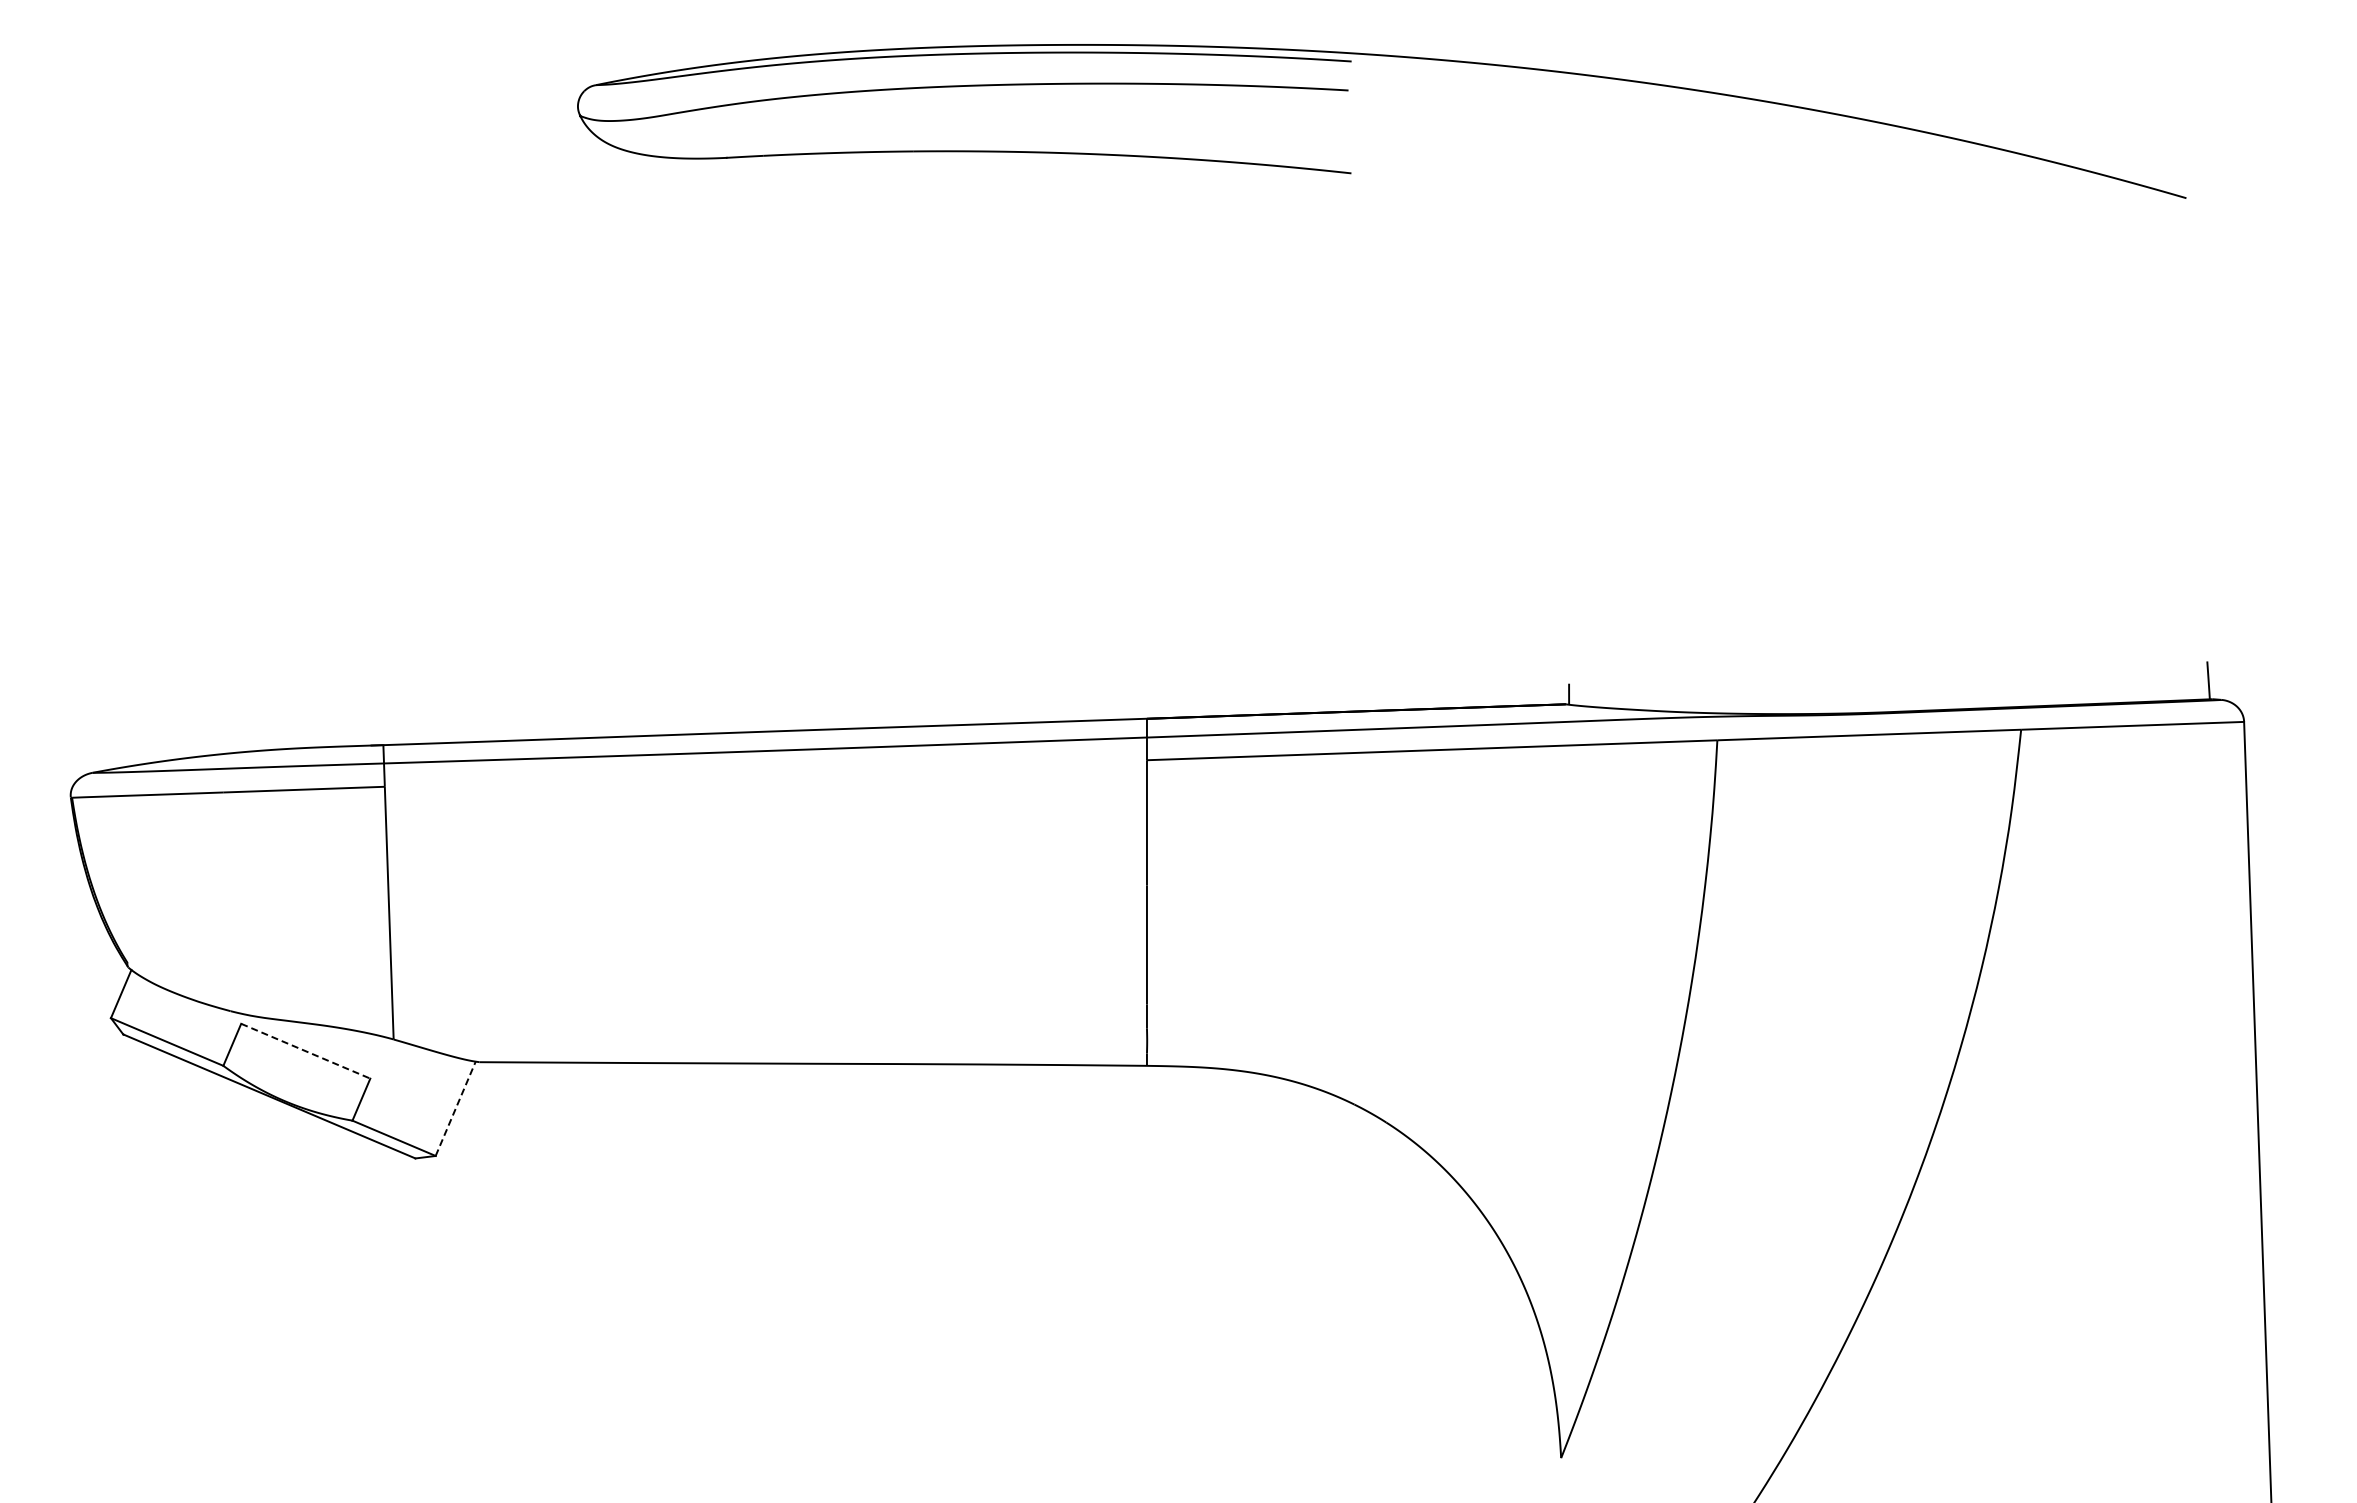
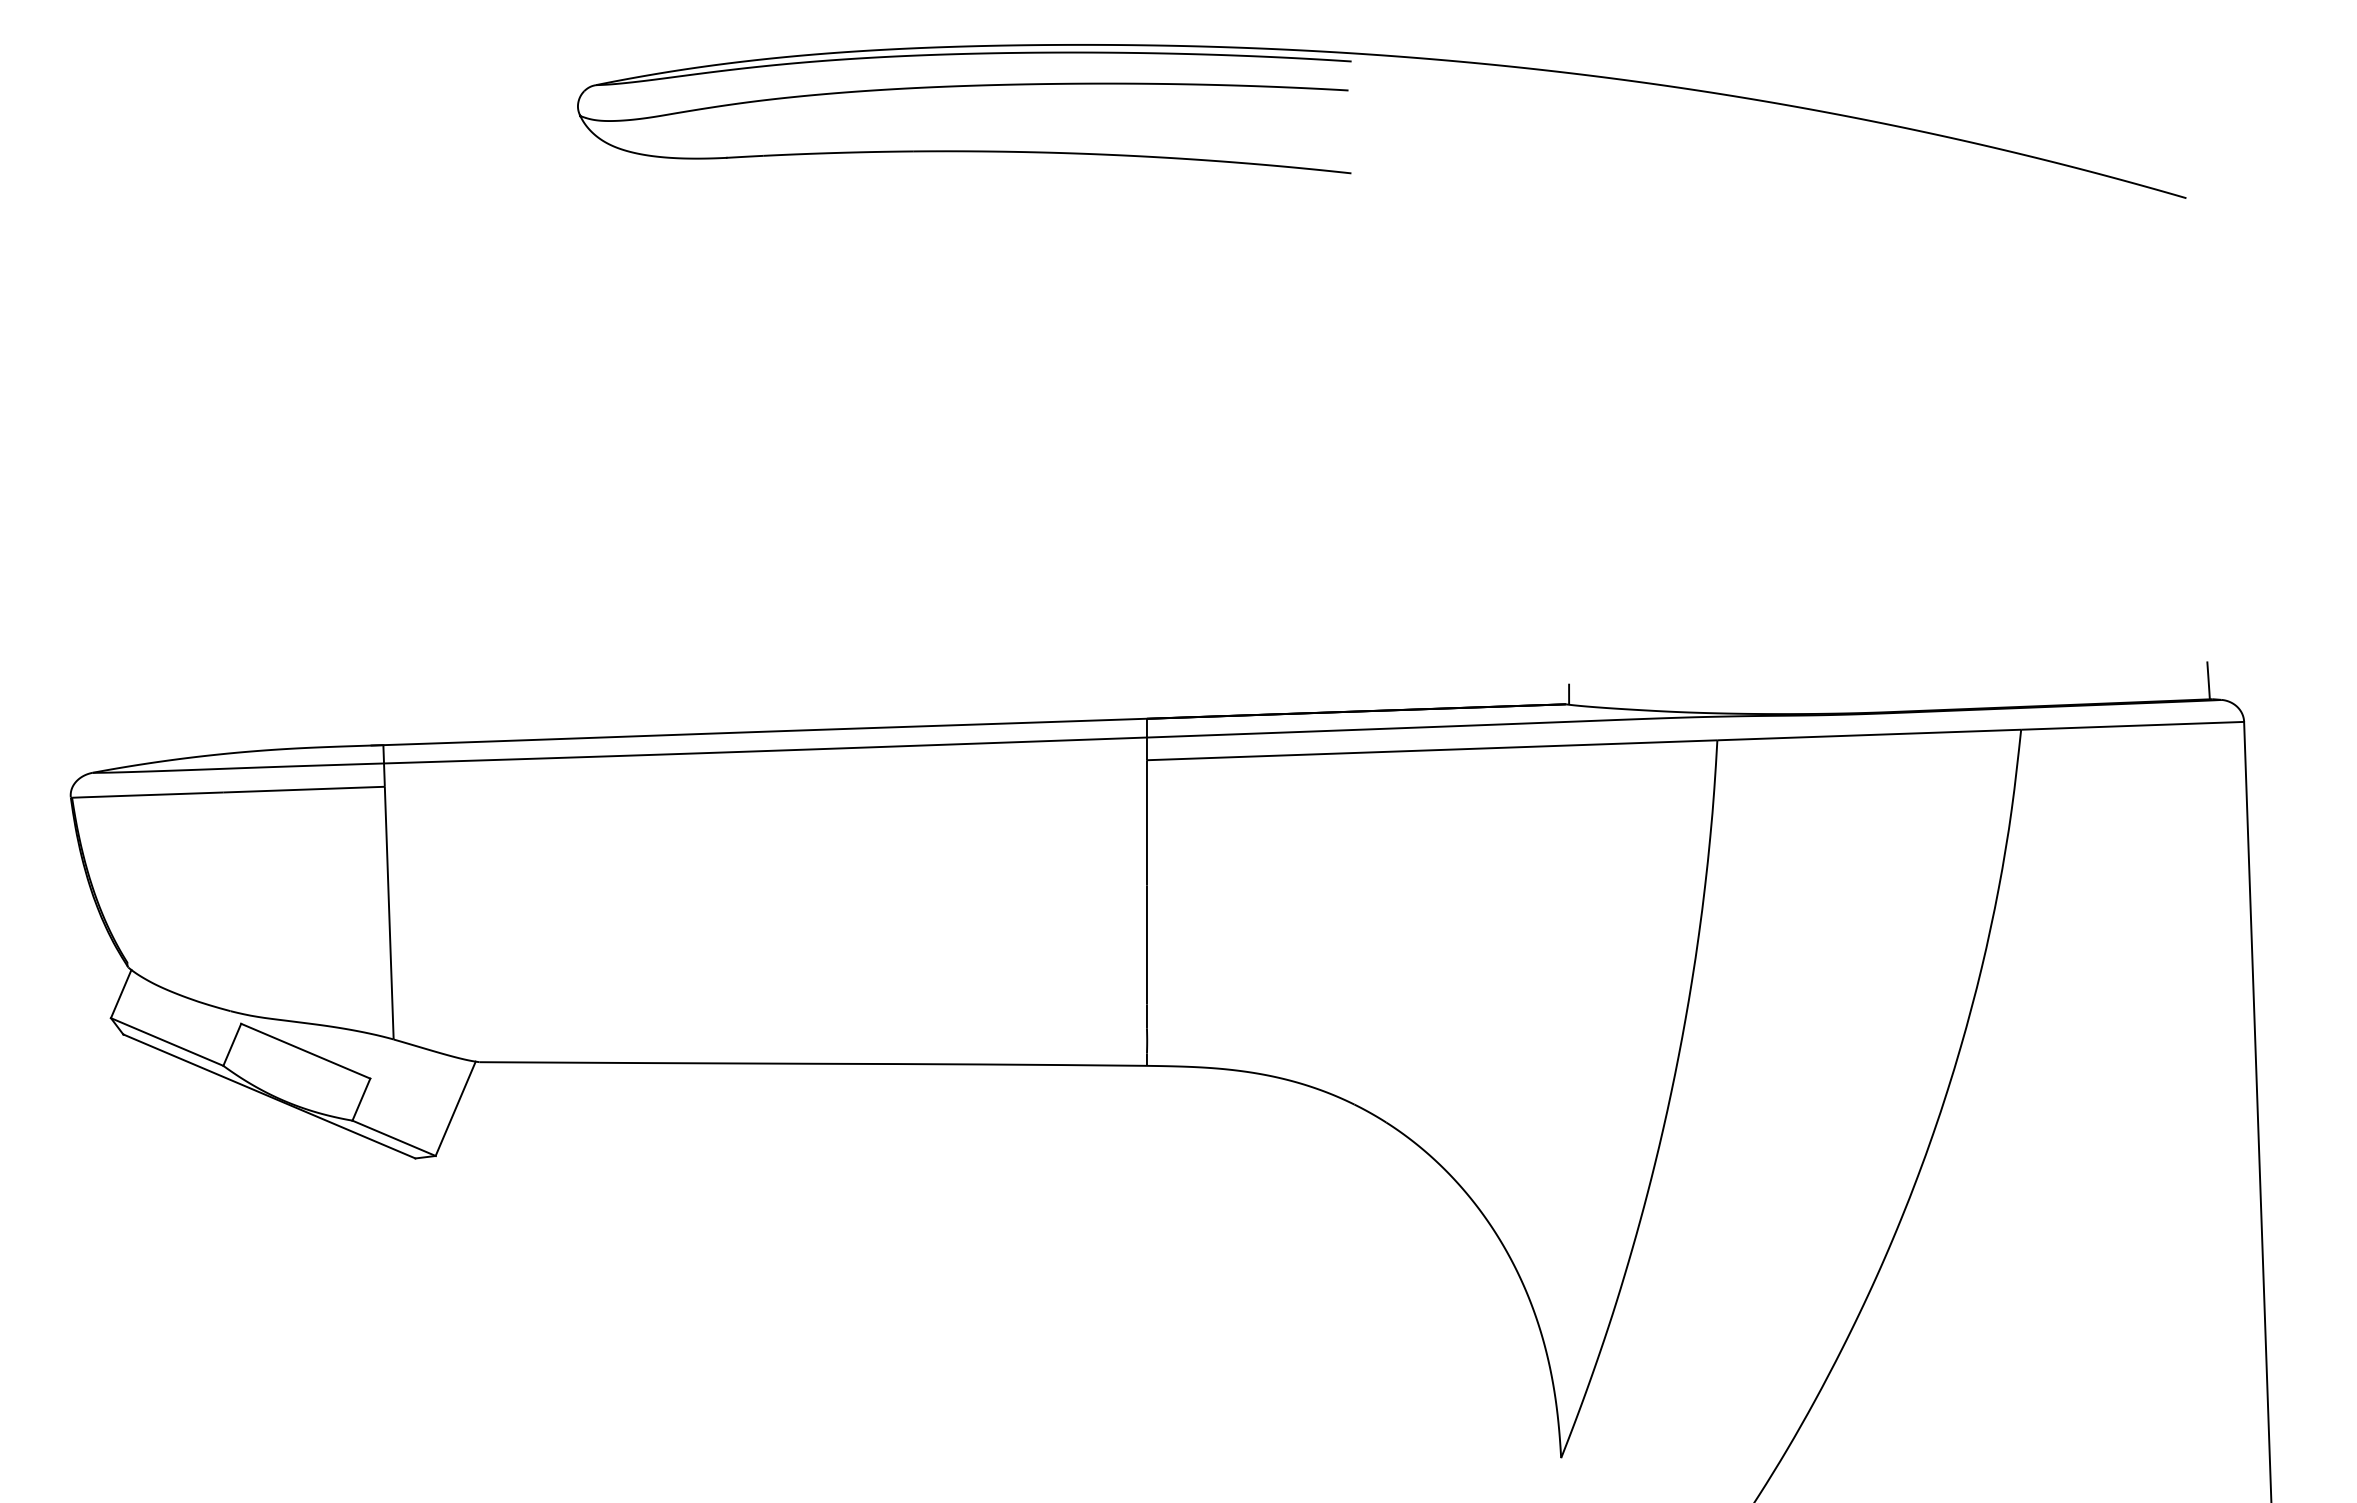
line at (306, 1051): dashed -> solid
line at (455, 1108): dashed -> solid
